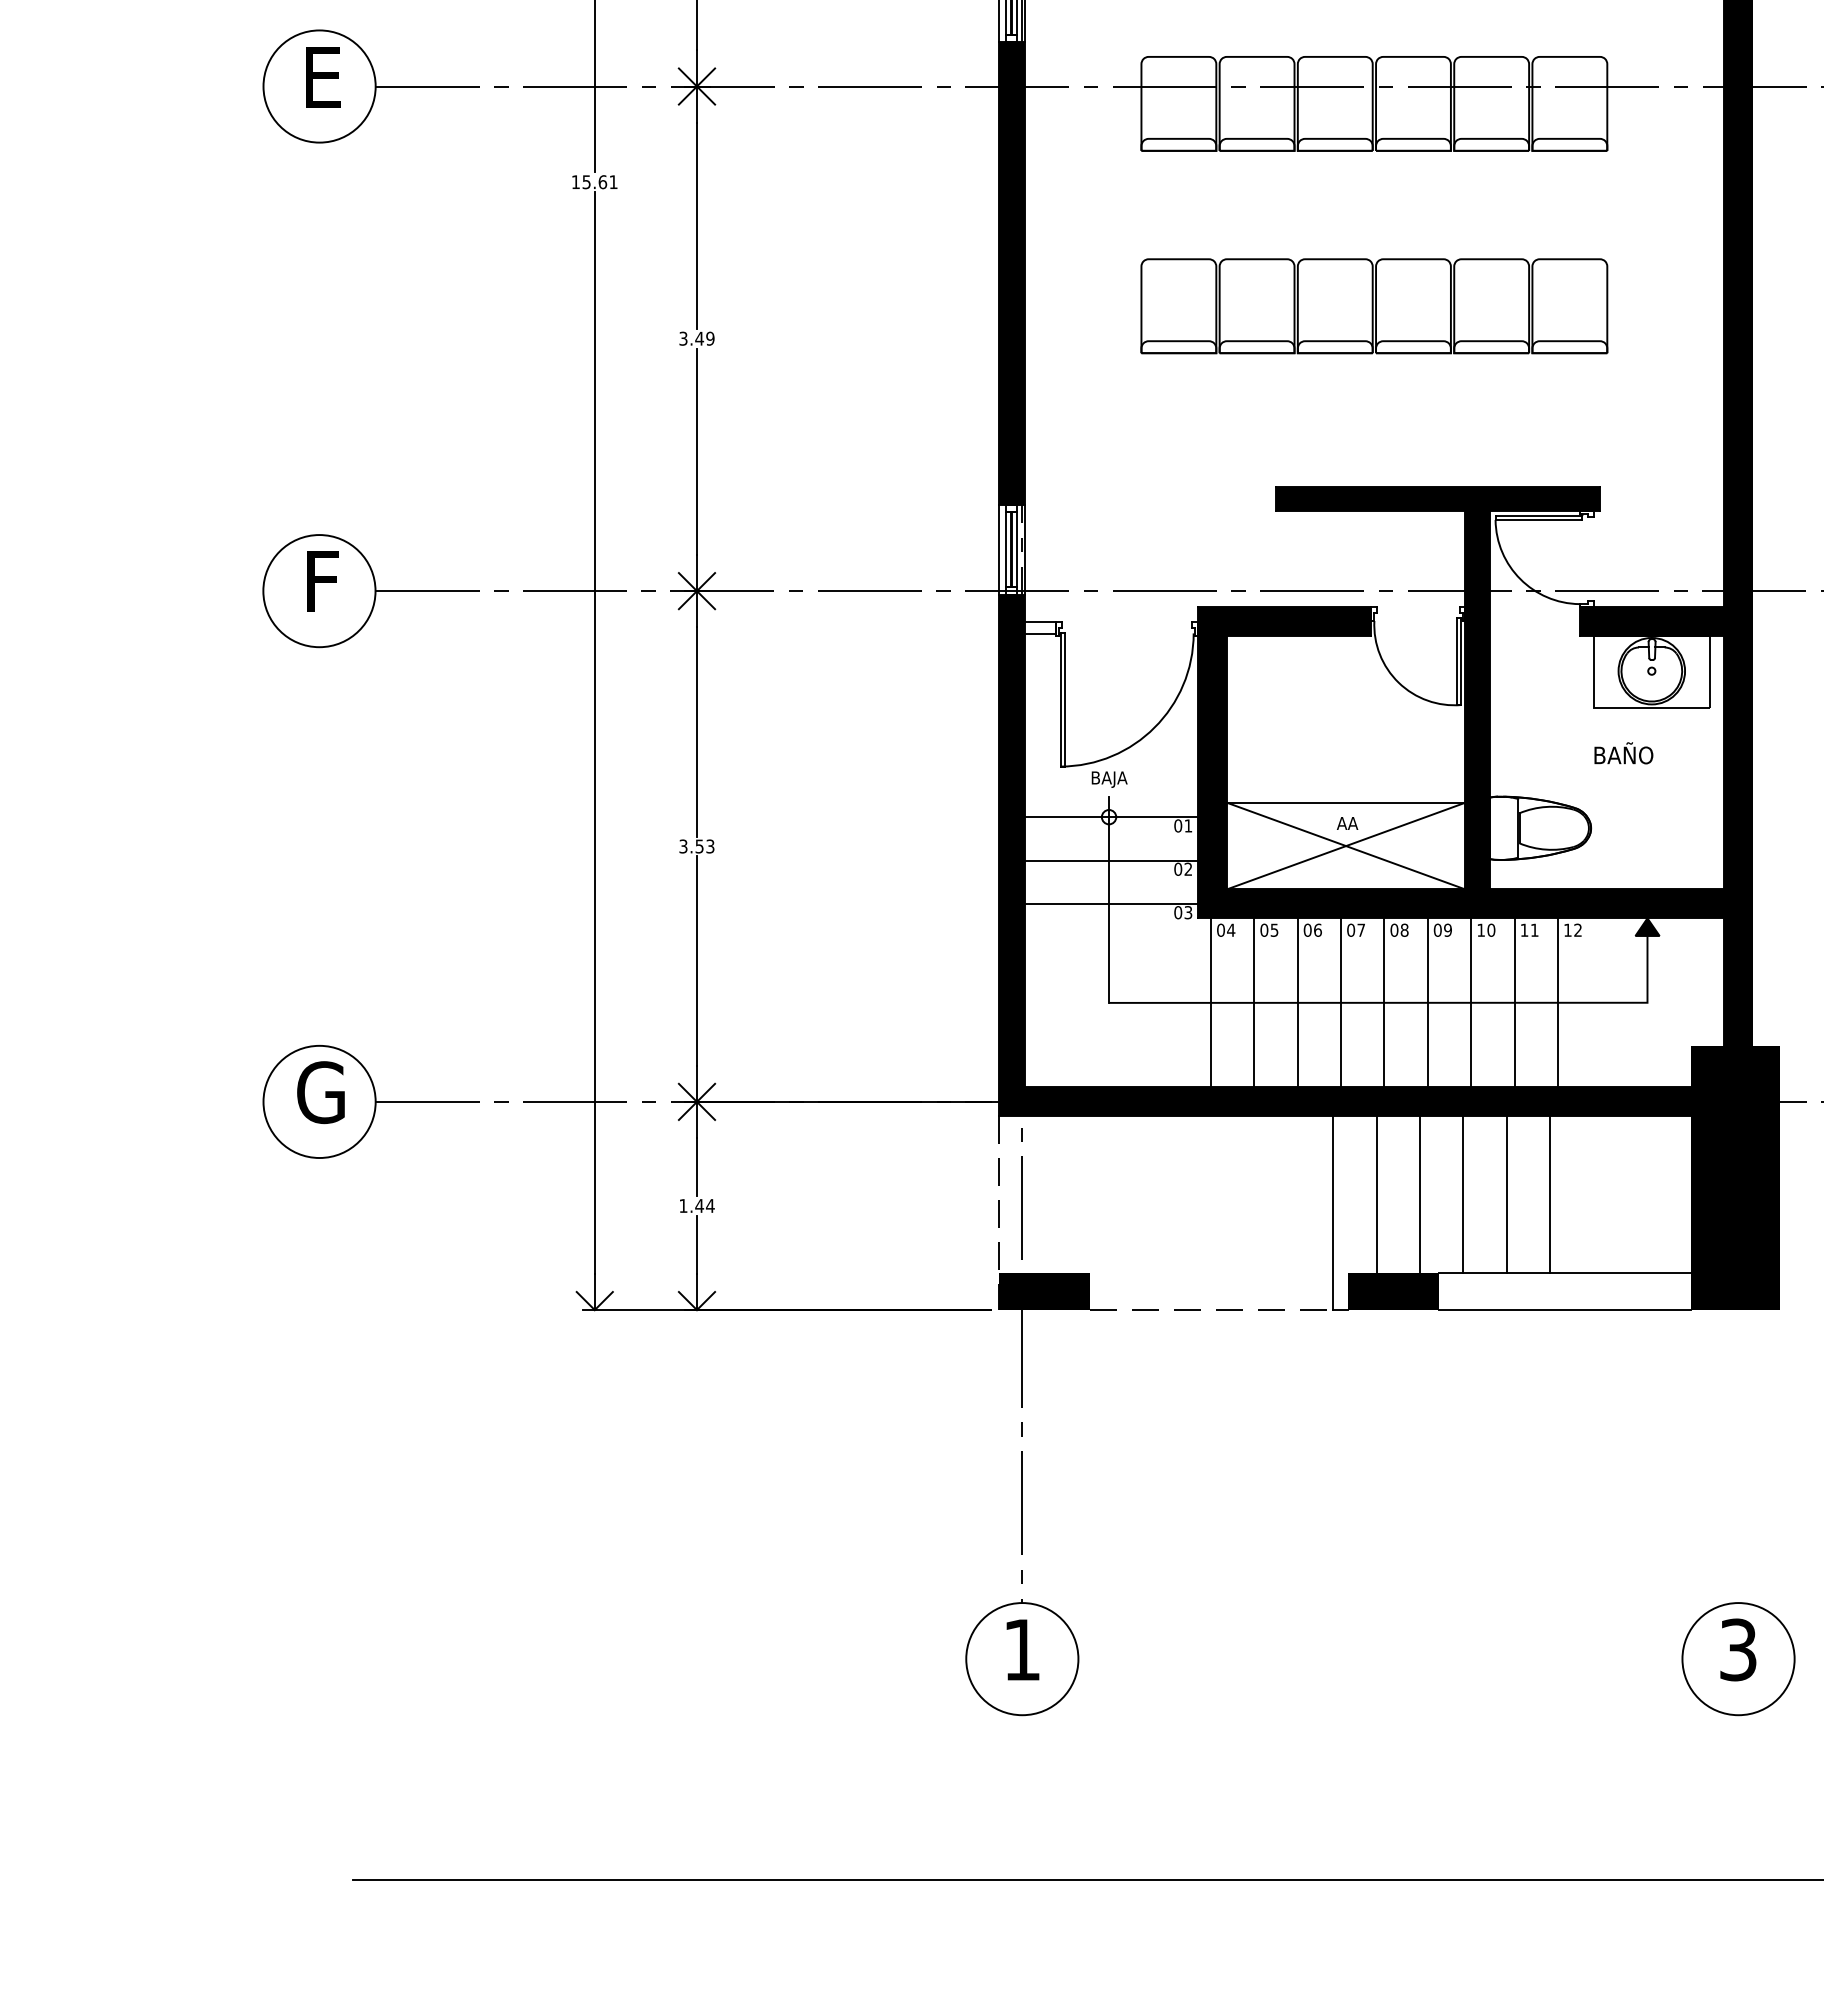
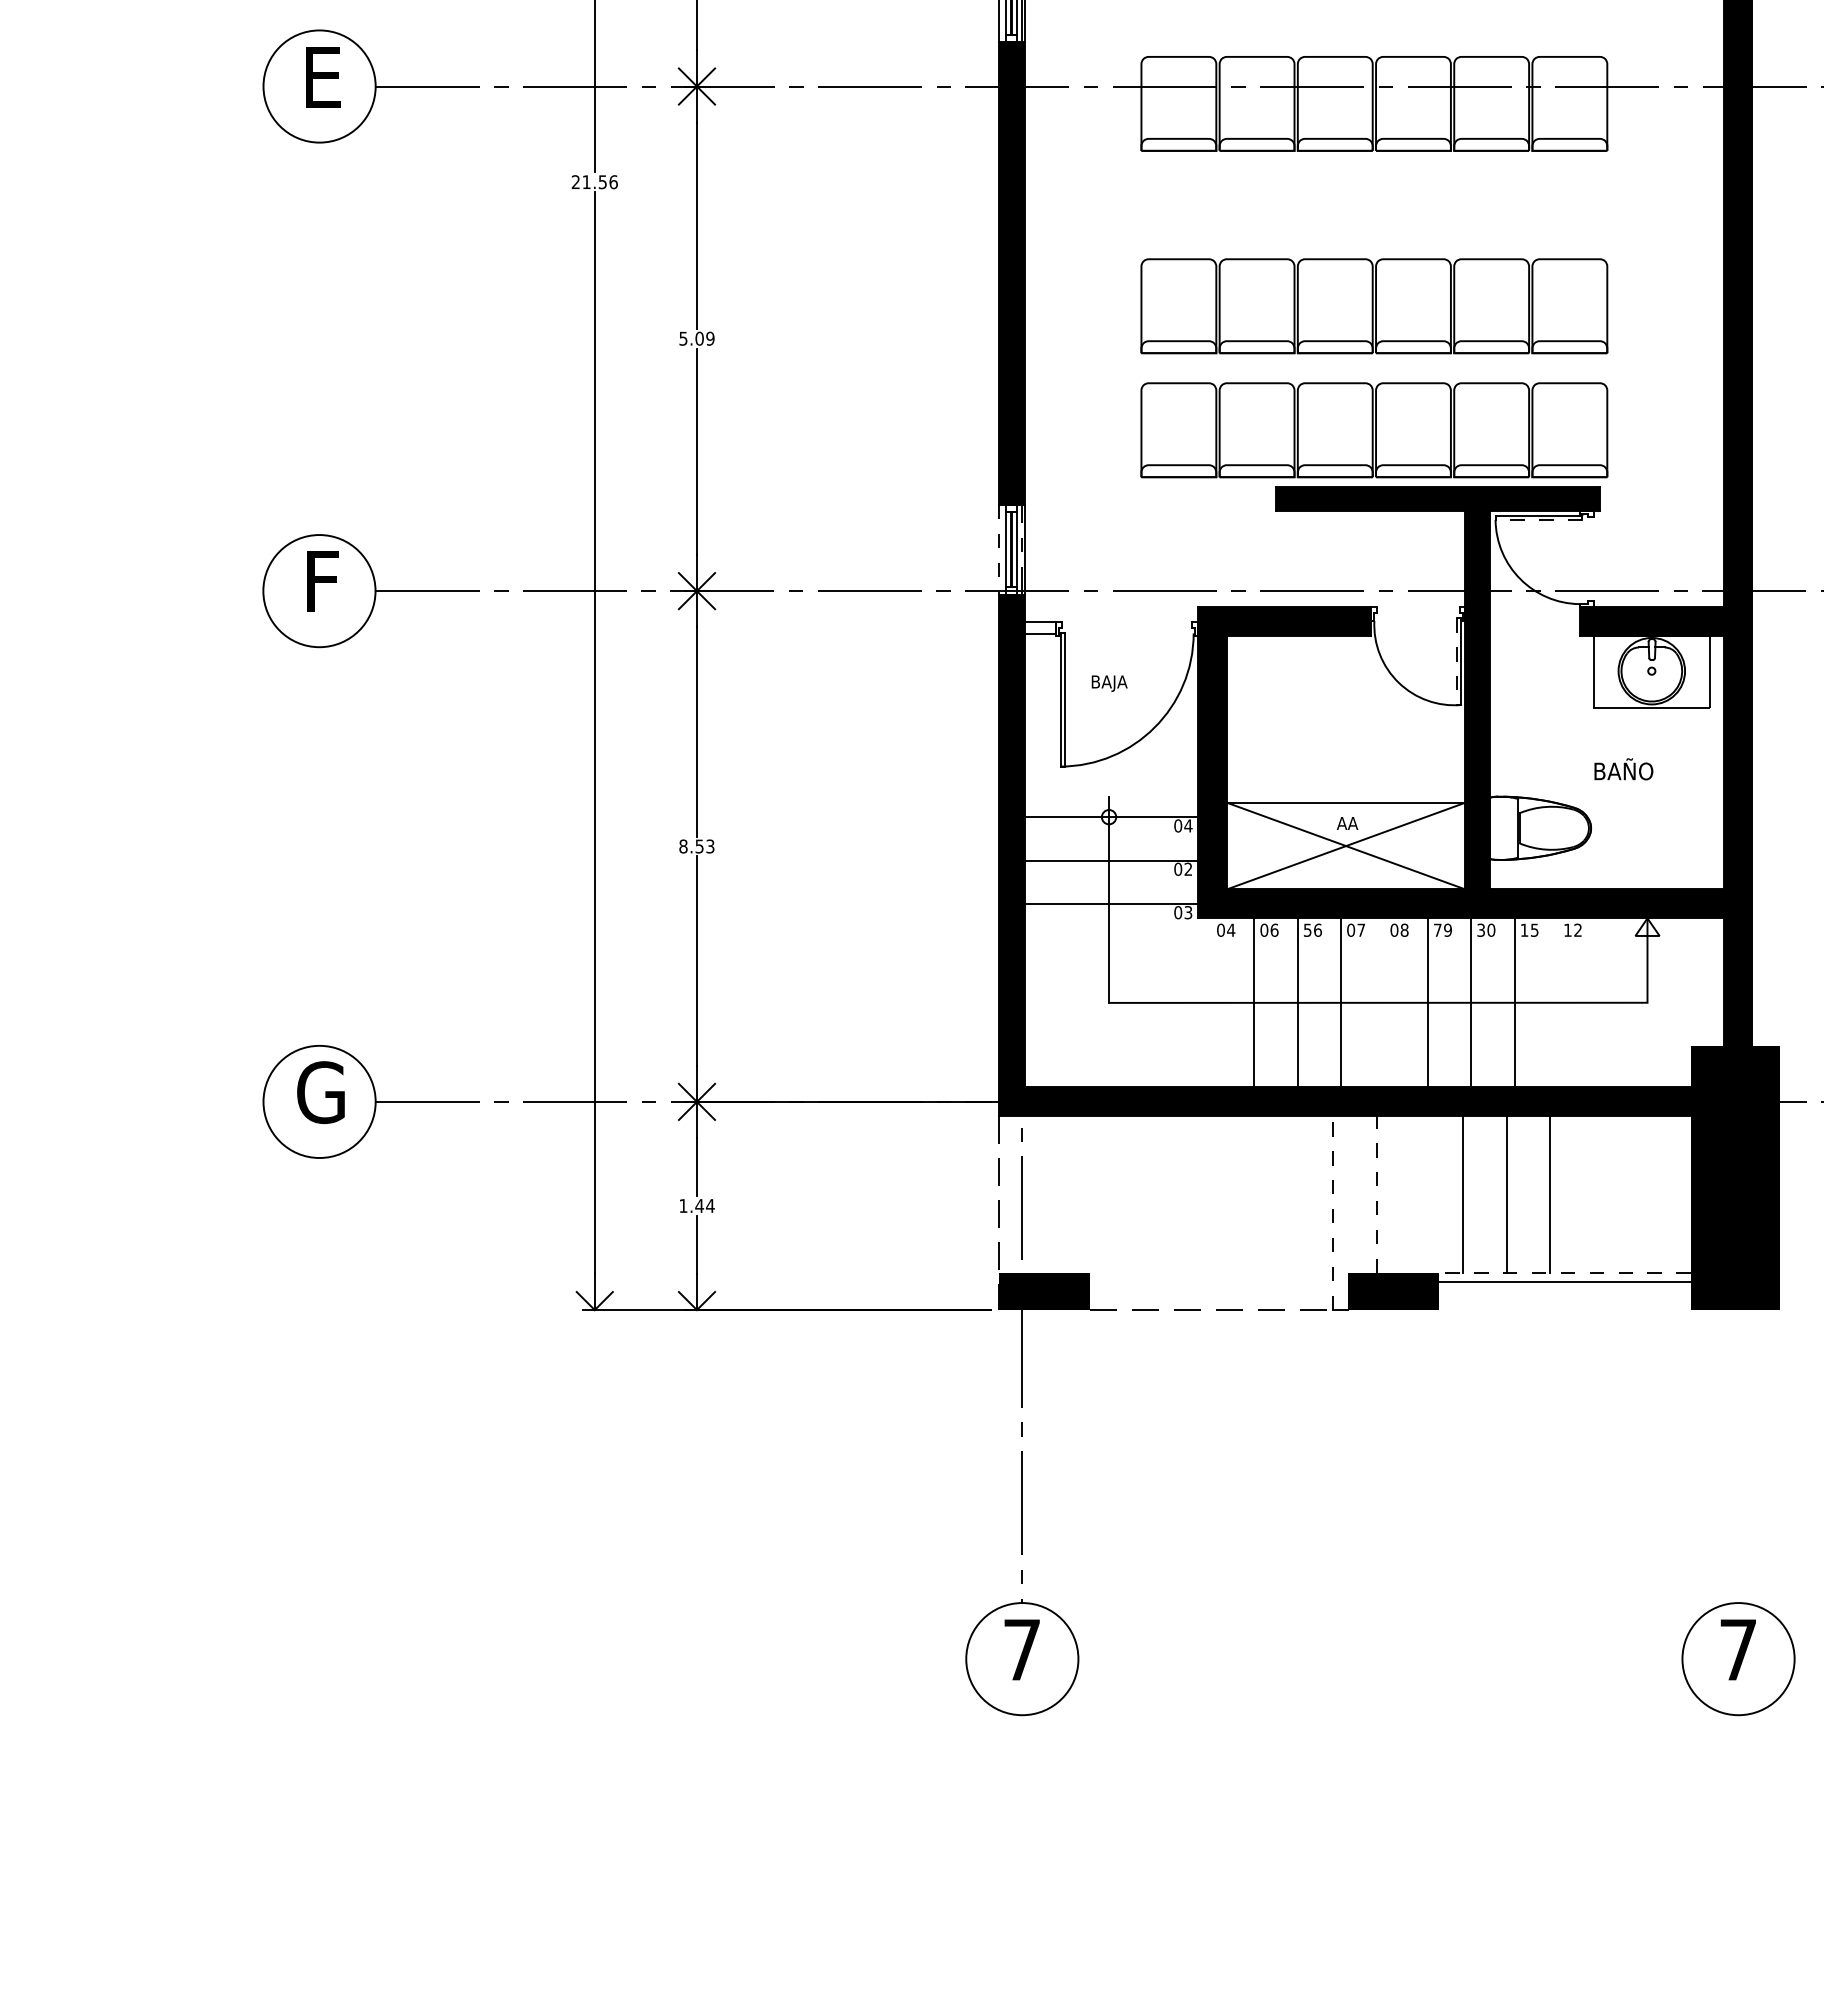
text at (594, 182): 15.61 -> 21.56
text at (691, 338): 3.49 -> 5.09
part at (1374, 430): none -> present
line at (1538, 520): solid -> dashed
line at (998, 549): solid -> dashed
line at (1456, 662): solid -> dashed
text at (1623, 753) position: (1623, 753) -> (1623, 769)
text at (1109, 779) position: (1109, 779) -> (1109, 683)
text at (1188, 825): 01 -> 04
text at (683, 846): 3.53 -> 8.53
fill at (1647, 926): present -> none
text at (1274, 929): 05 -> 06
text at (1307, 929): 06 -> 56
text at (1437, 929): 09 -> 79
text at (1480, 929): 10 -> 30
text at (1534, 929): 11 -> 15
line at (1210, 1002): present -> none
line at (1384, 1002): present -> none
line at (1557, 1002): present -> none
line at (1376, 1194): solid -> dashed
line at (1419, 1194): present -> none
line at (1333, 1213): solid -> dashed
line at (1565, 1273): solid -> dashed
line at (1564, 1310) position: (1564, 1310) -> (1564, 1282)
text at (1021, 1649): 1 -> 7
text at (1738, 1649): 3 -> 7
line at (1086, 1880): present -> none
